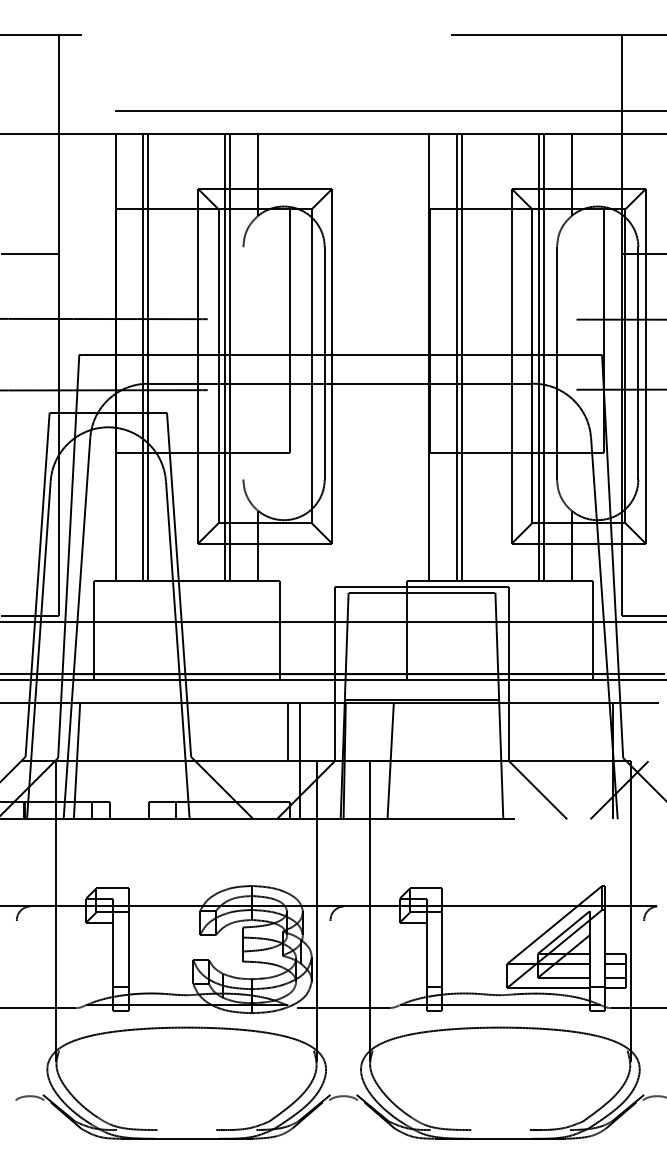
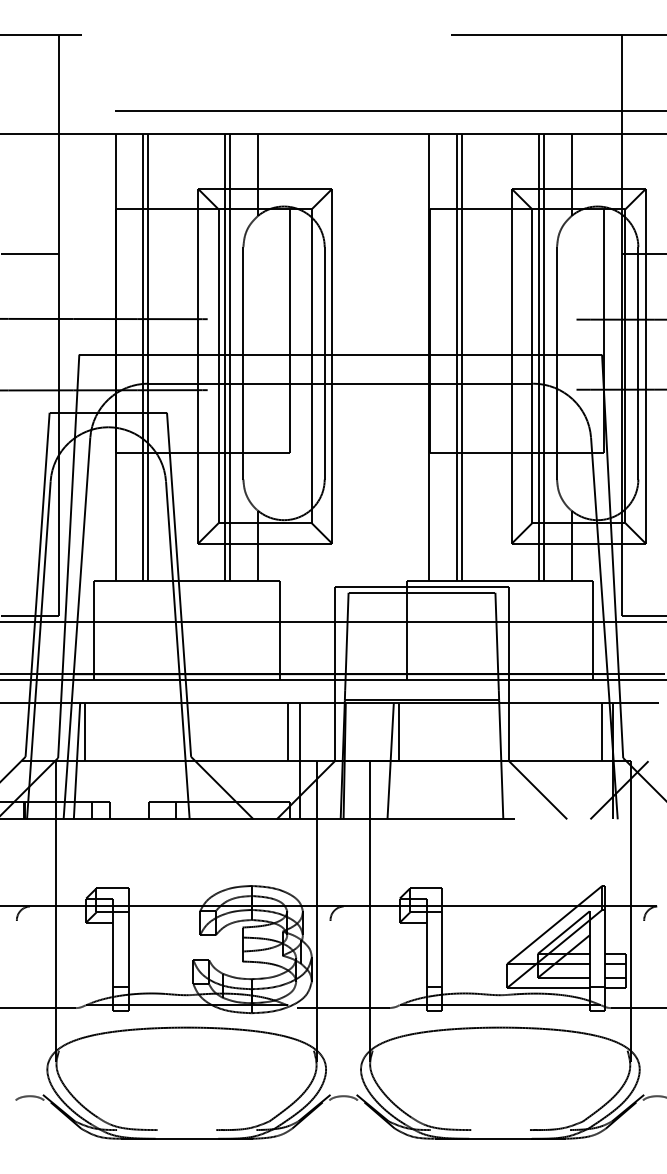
line at (243, 363): none -> present
line at (85, 732): none -> present
line at (398, 732): none -> present
line at (602, 732): none -> present
